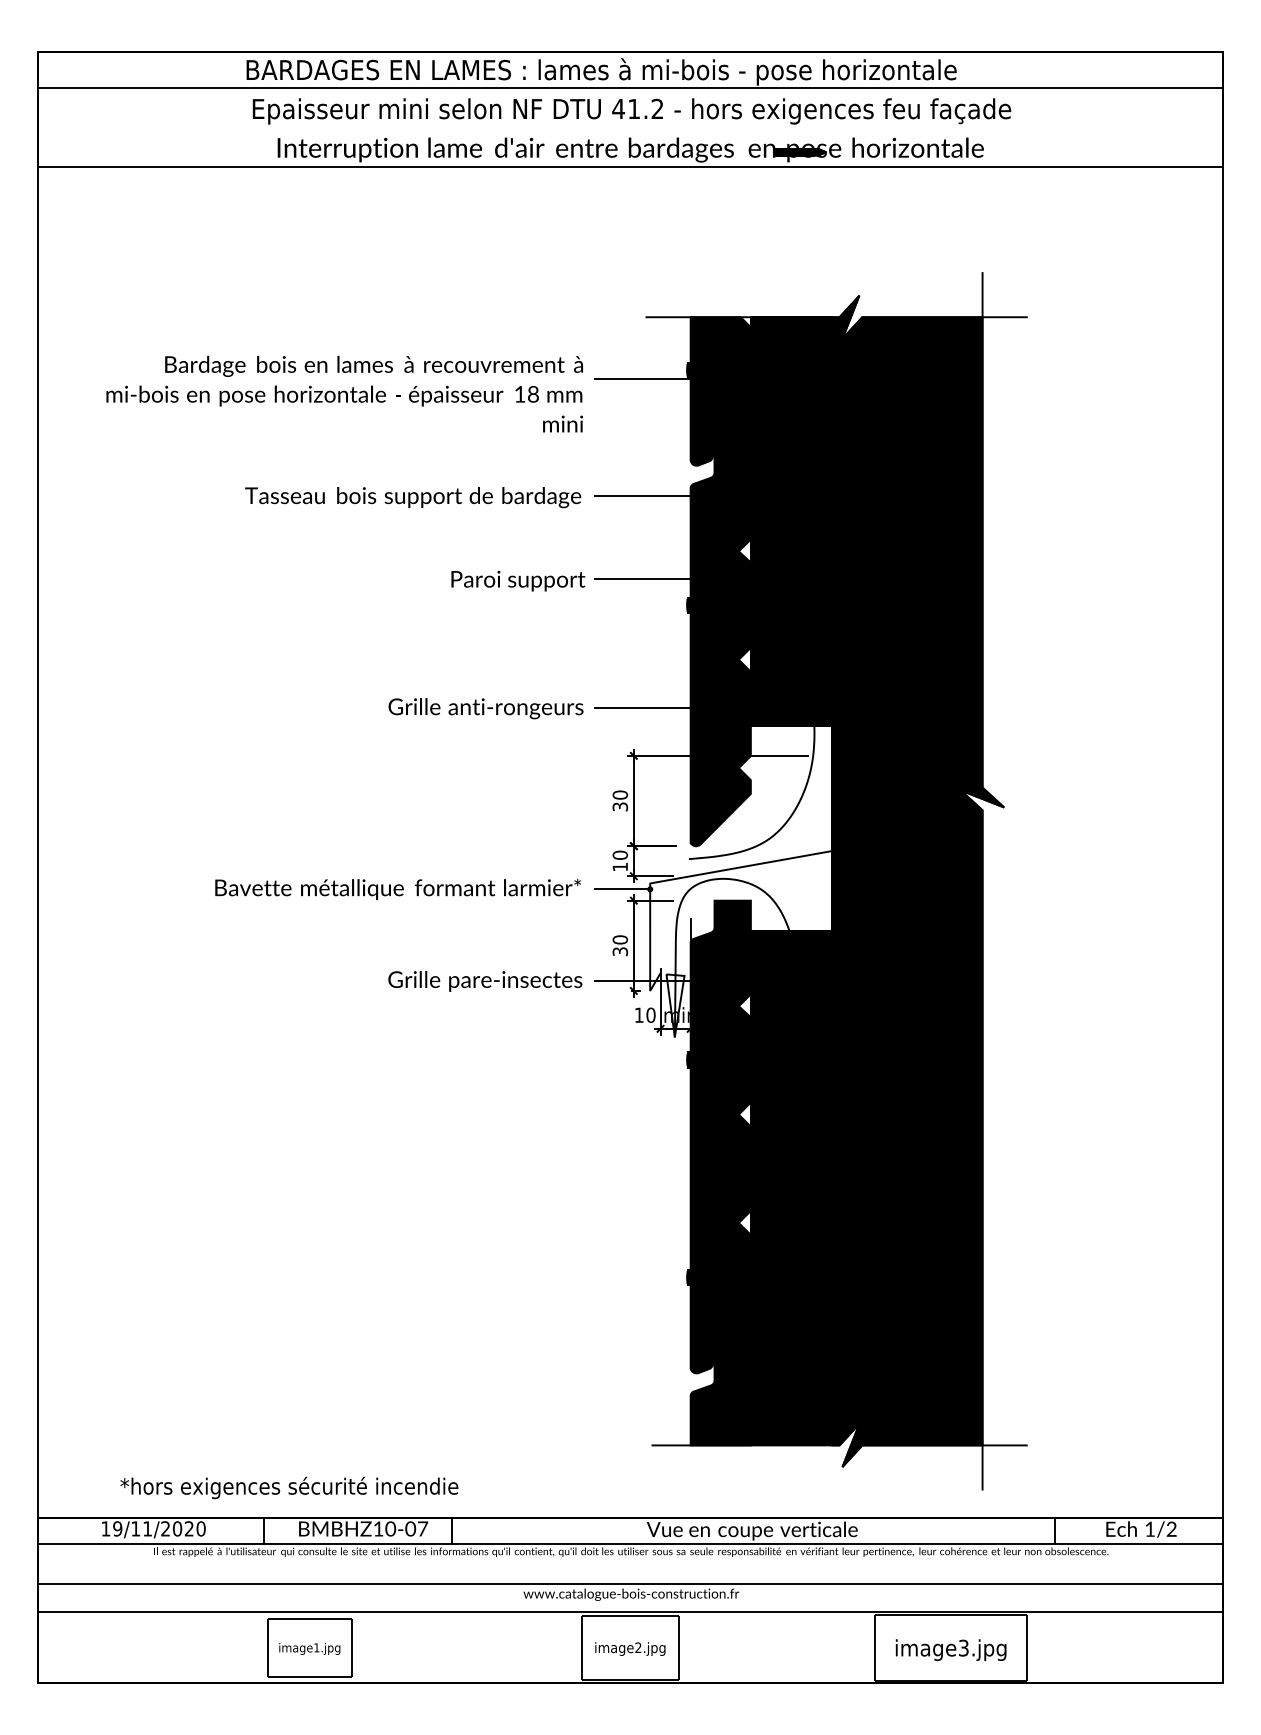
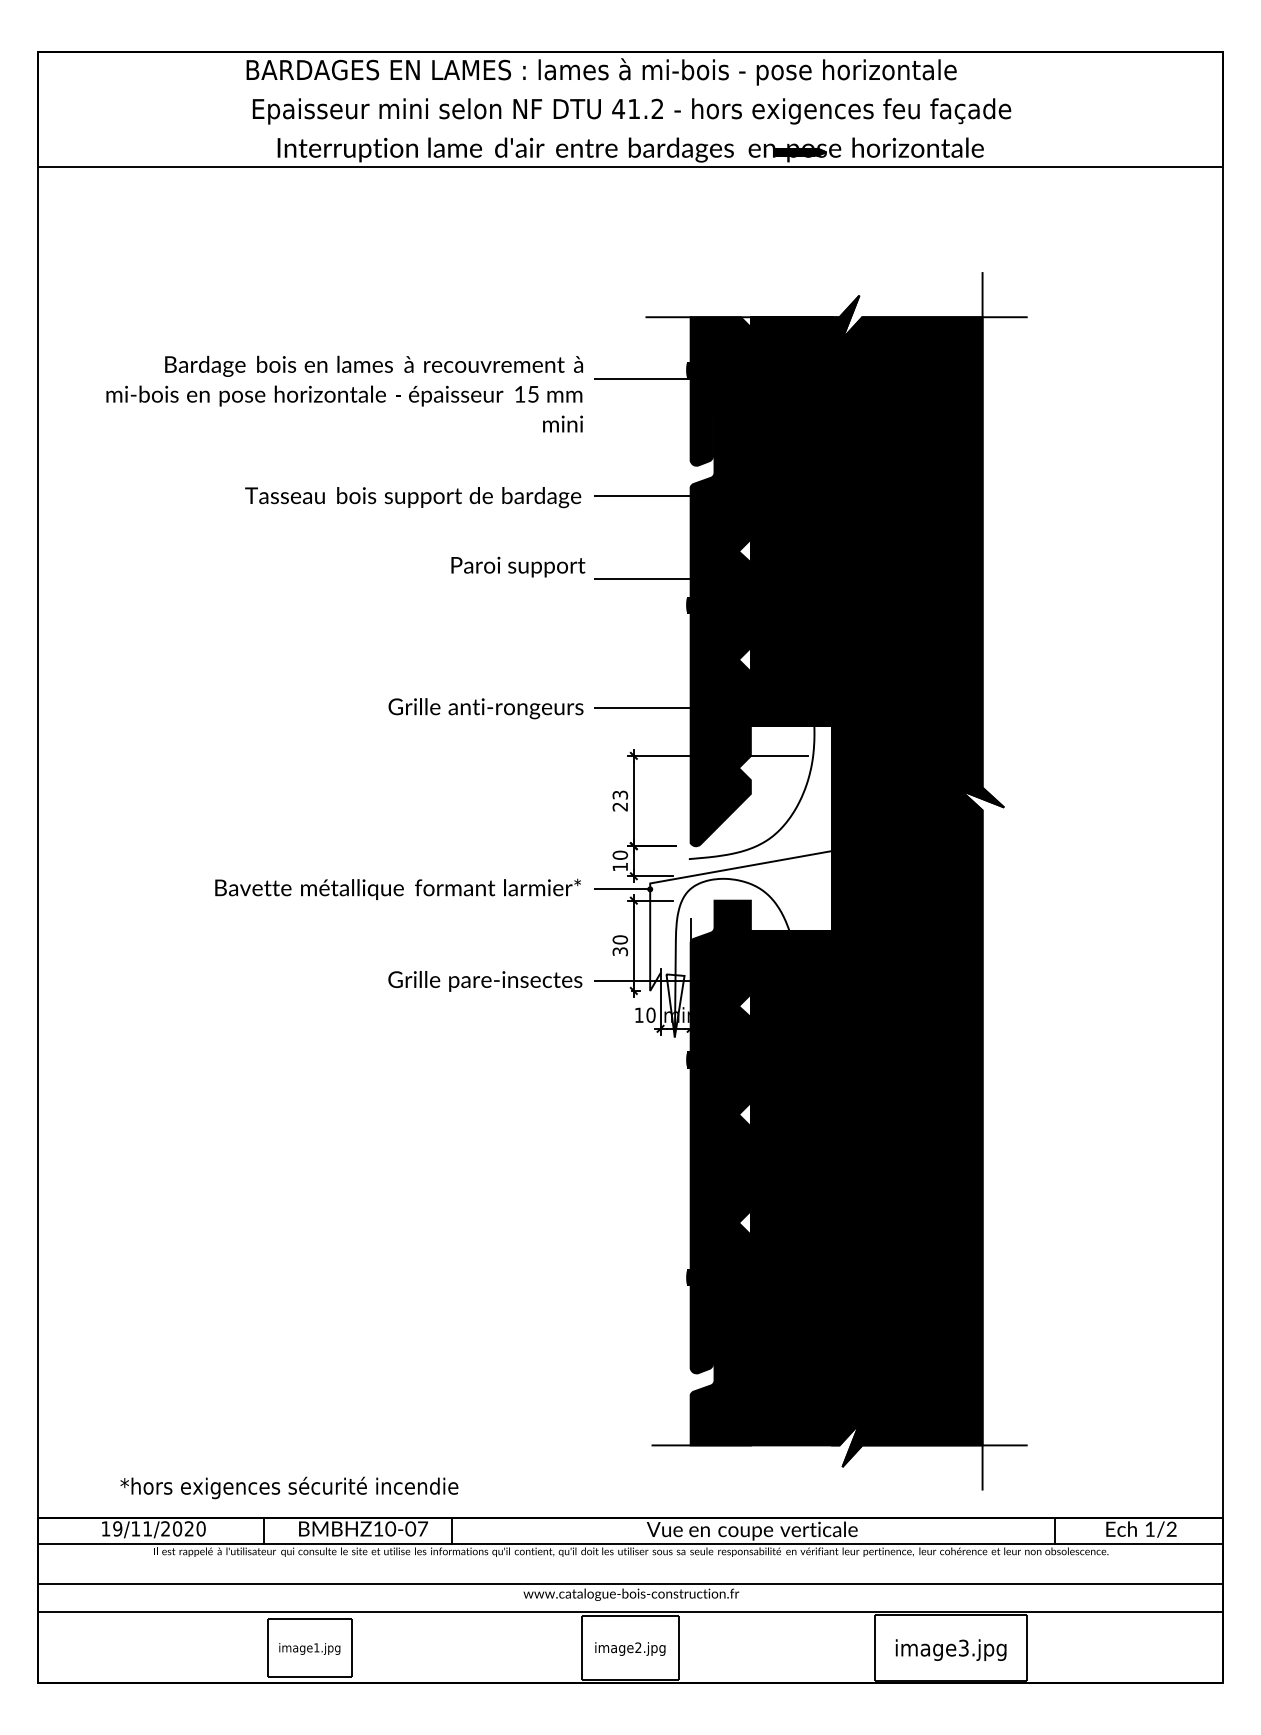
line at (630, 88): present -> none
text at (533, 394): 18 -> 15
text at (518, 580) position: (518, 580) -> (518, 566)
text at (620, 800): 30 -> 23
